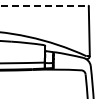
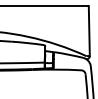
line at (44, 5): dashed -> solid
